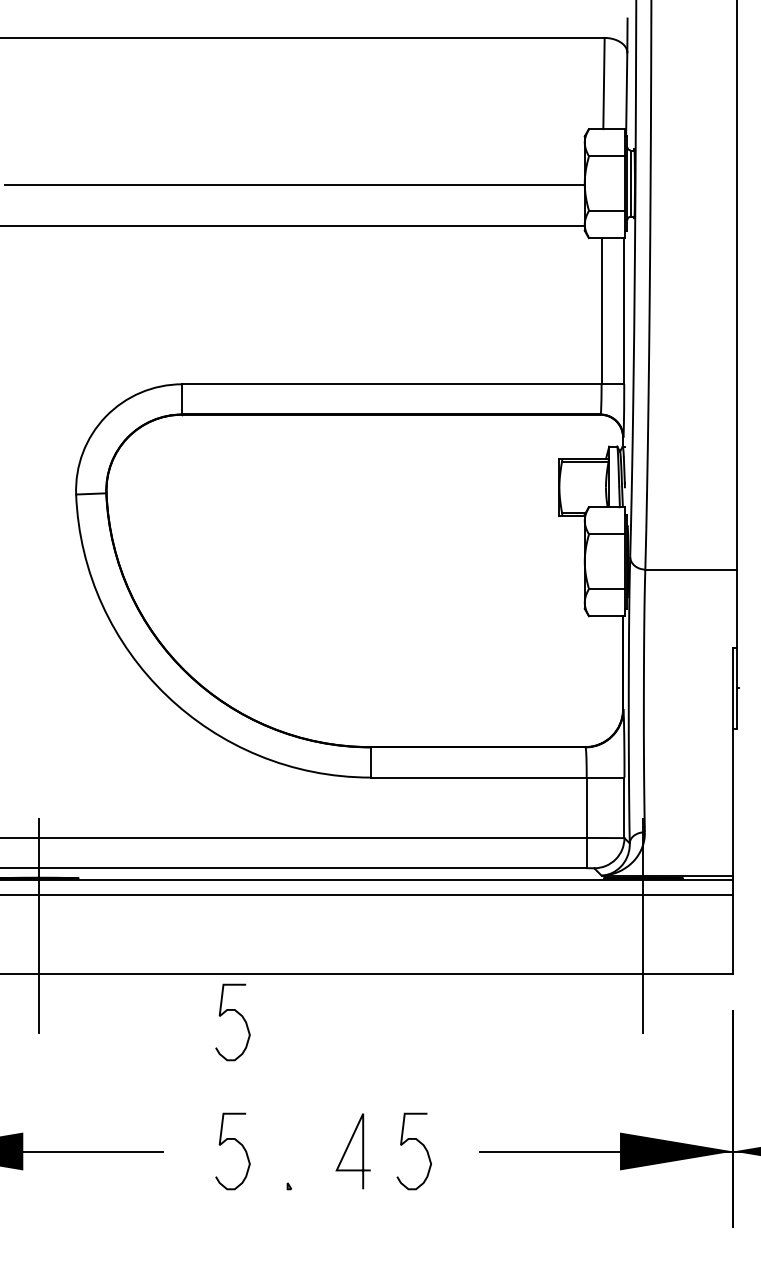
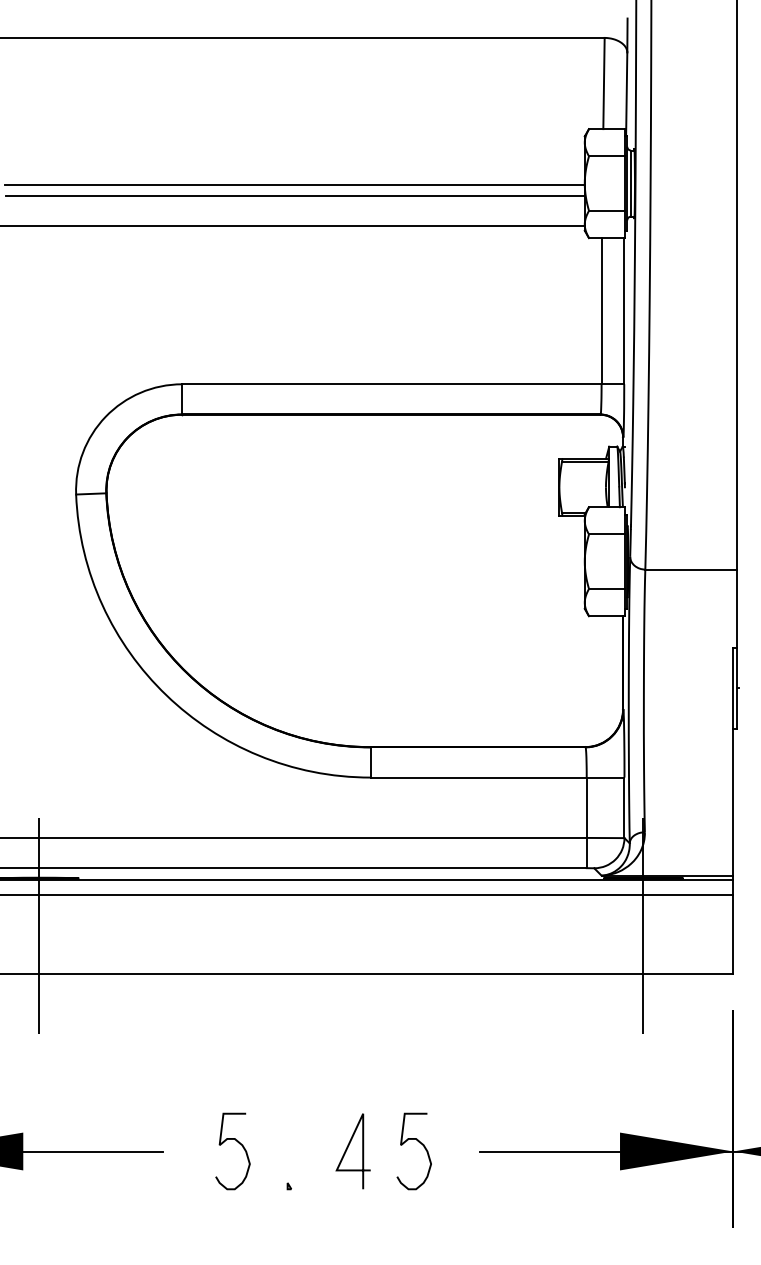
line at (294, 195): none -> present
curve at (239, 1015): present -> none
